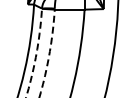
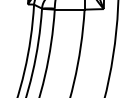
arc at (36, 54): dashed -> solid
arc at (49, 54): dashed -> solid
